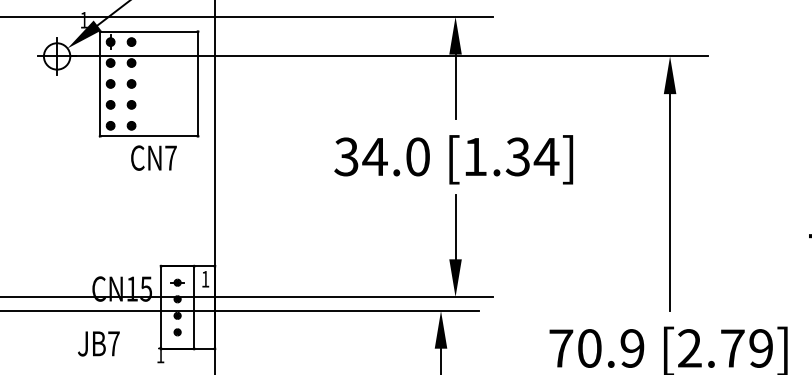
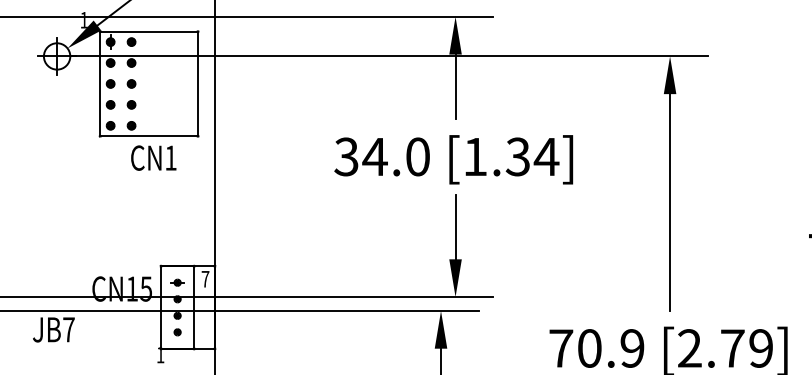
text at (170, 157): CN7 -> CN1
text at (205, 279): 1 -> 7
text at (98, 343) position: (98, 343) -> (53, 329)
